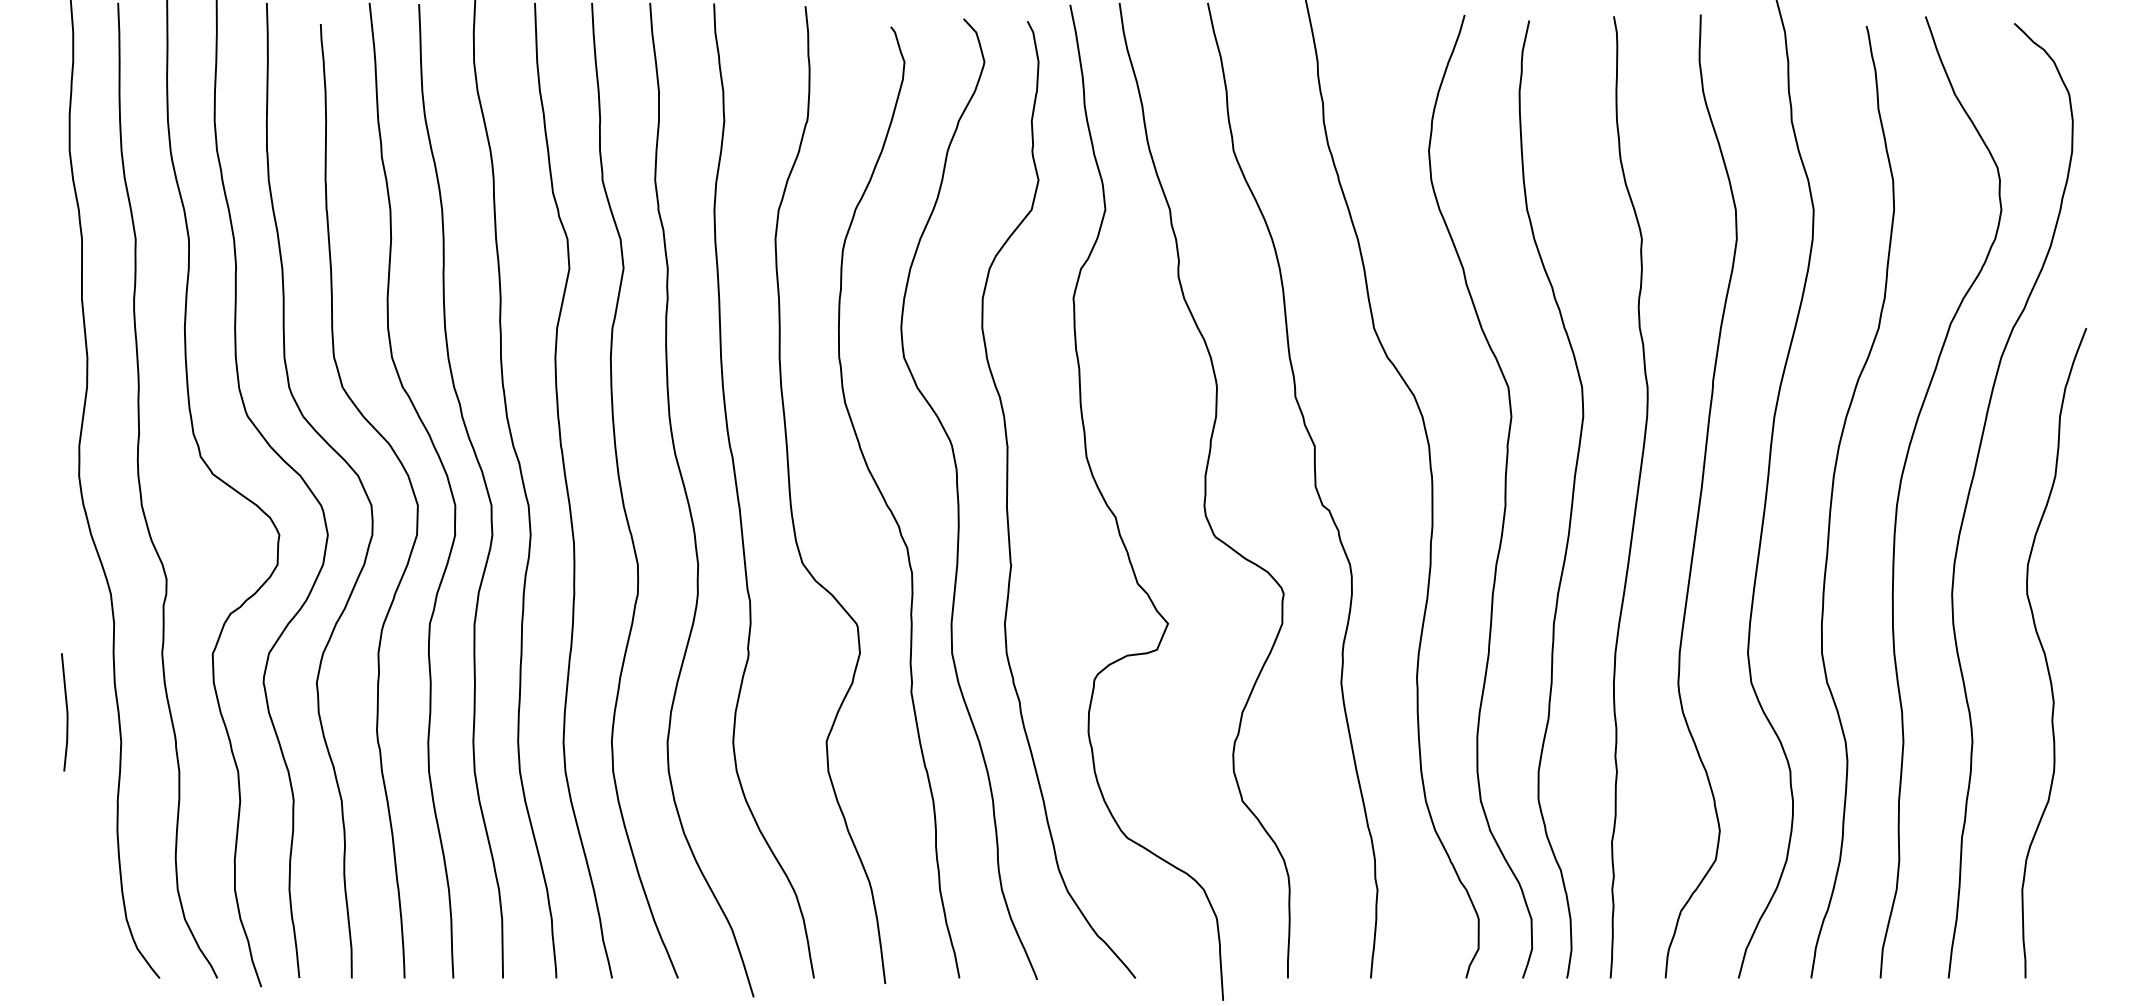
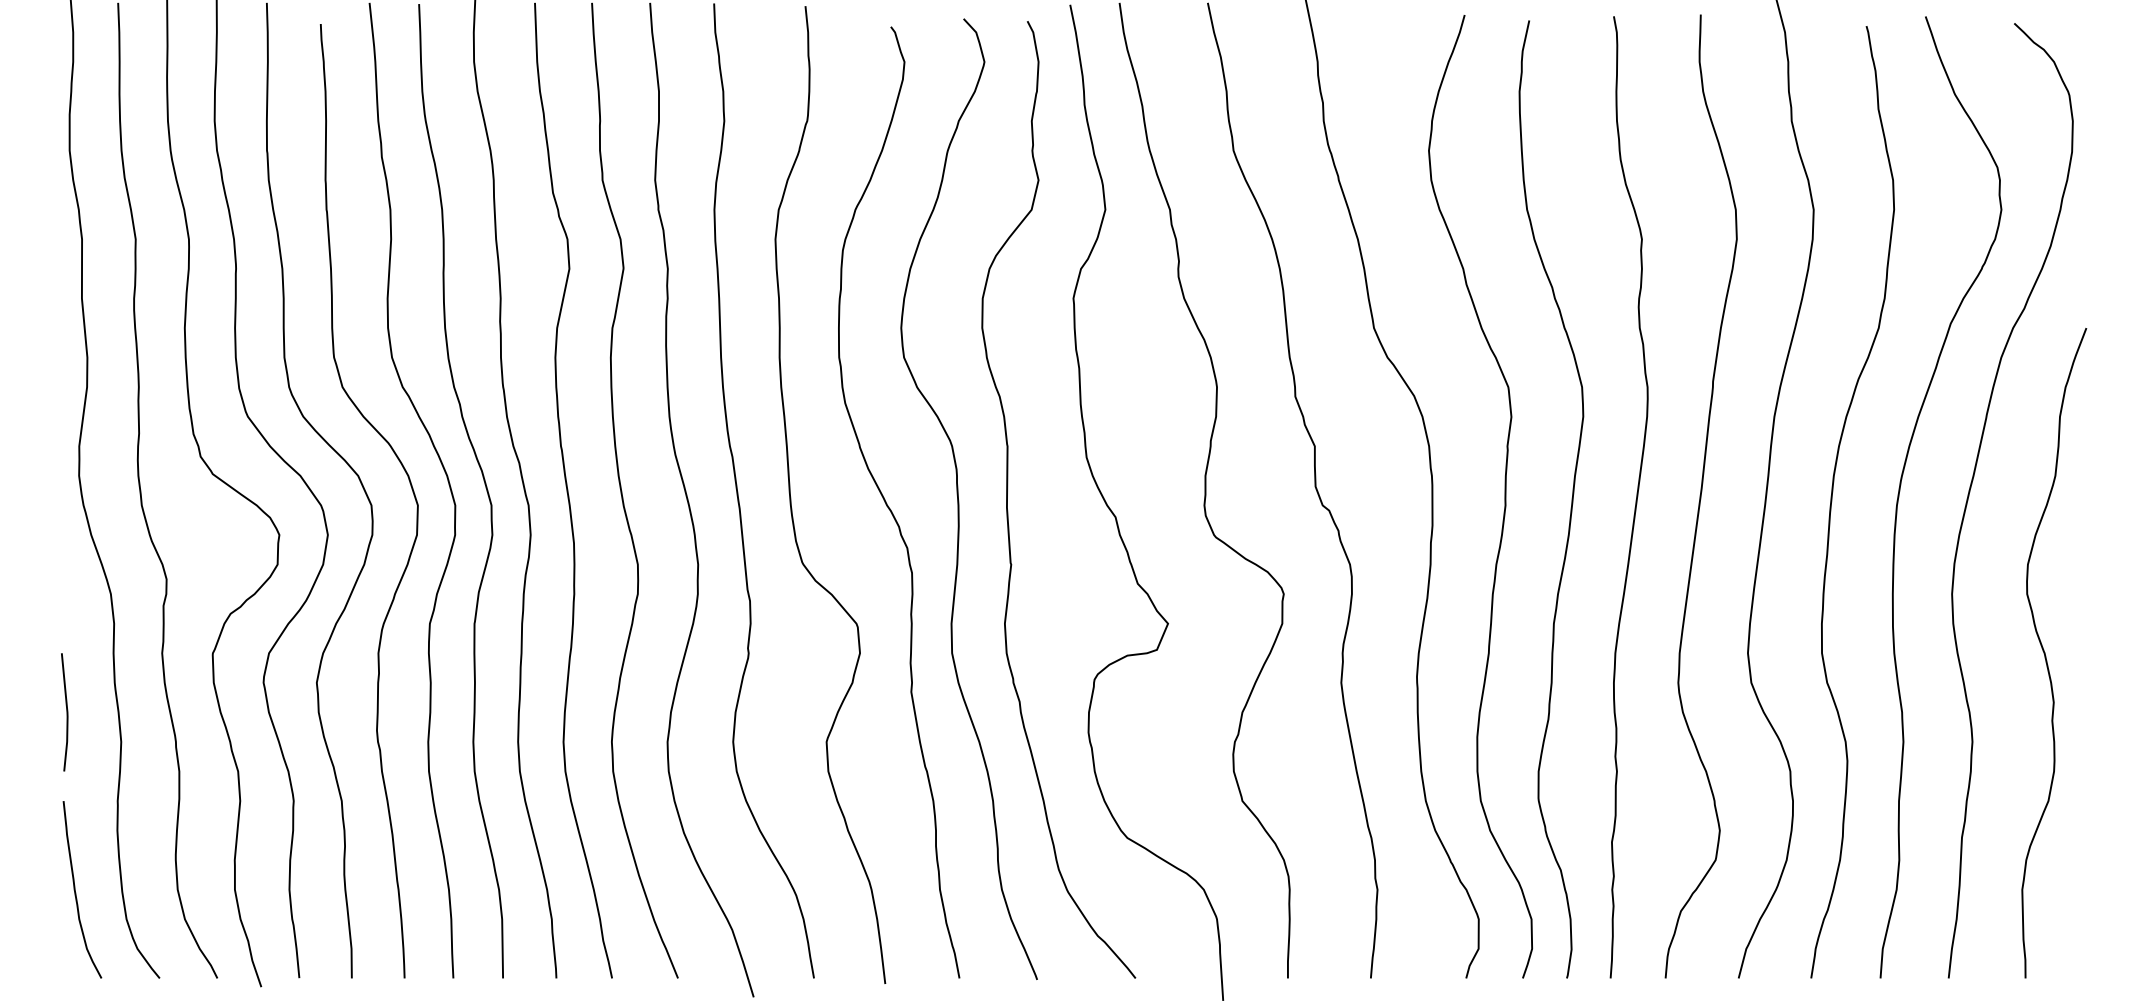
curve at (76, 892): none -> present
